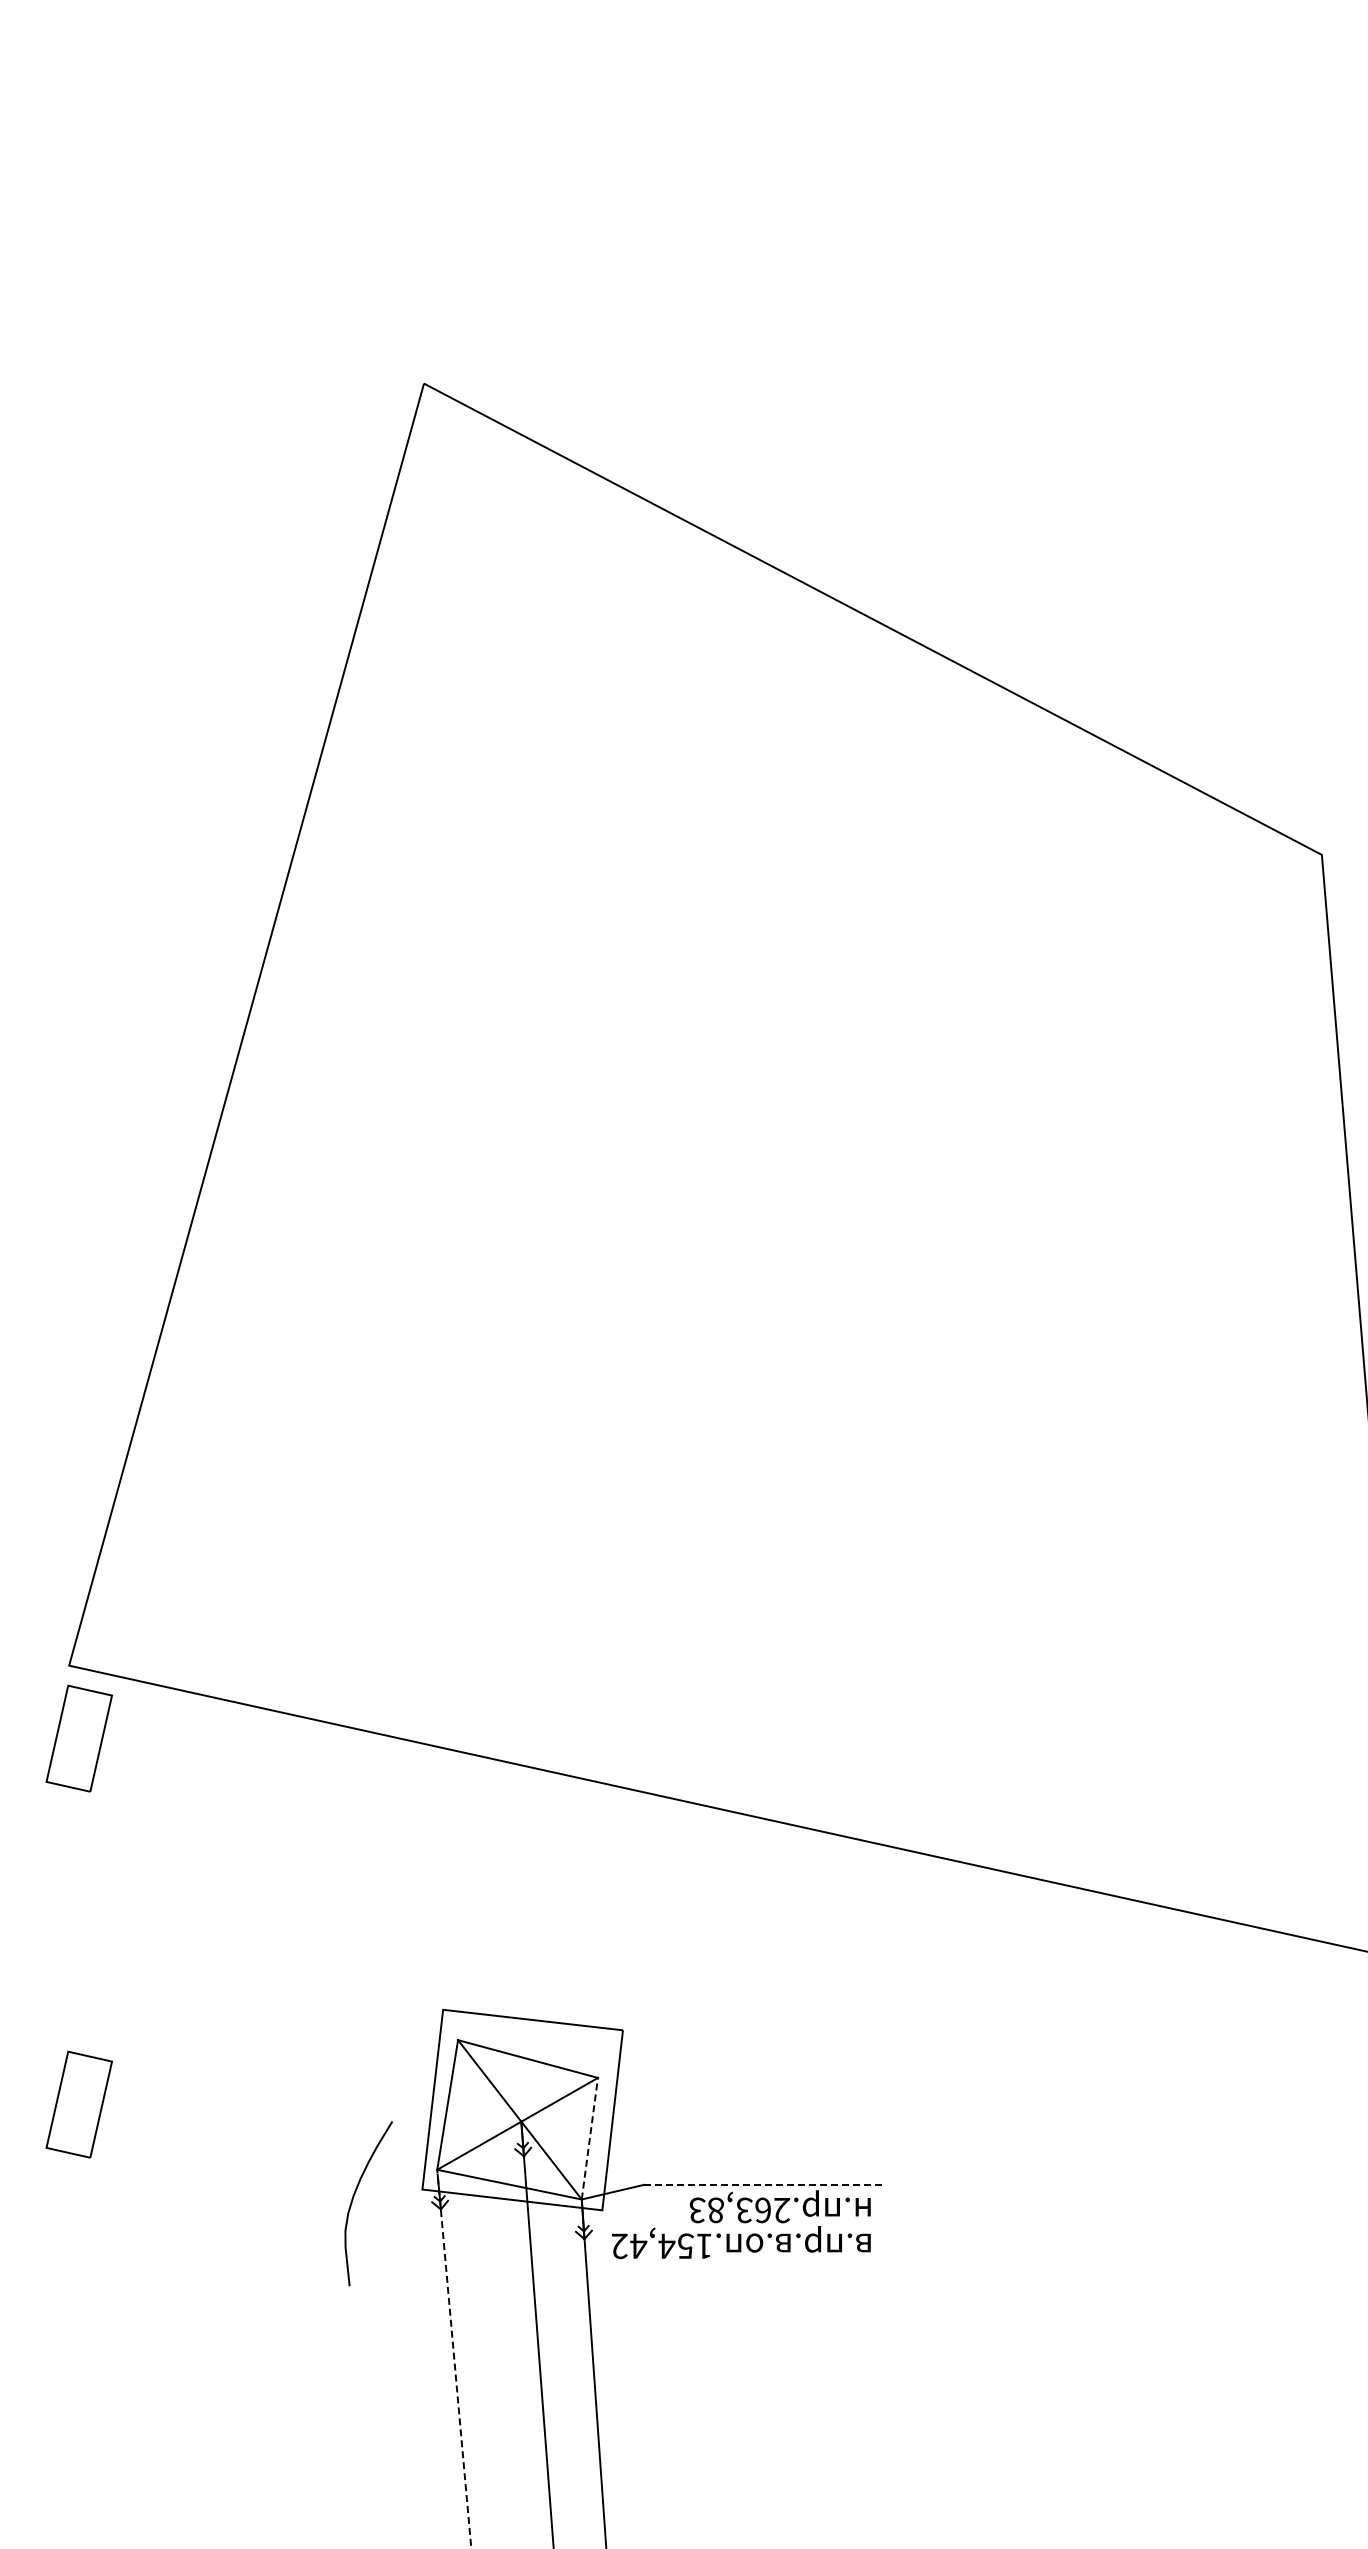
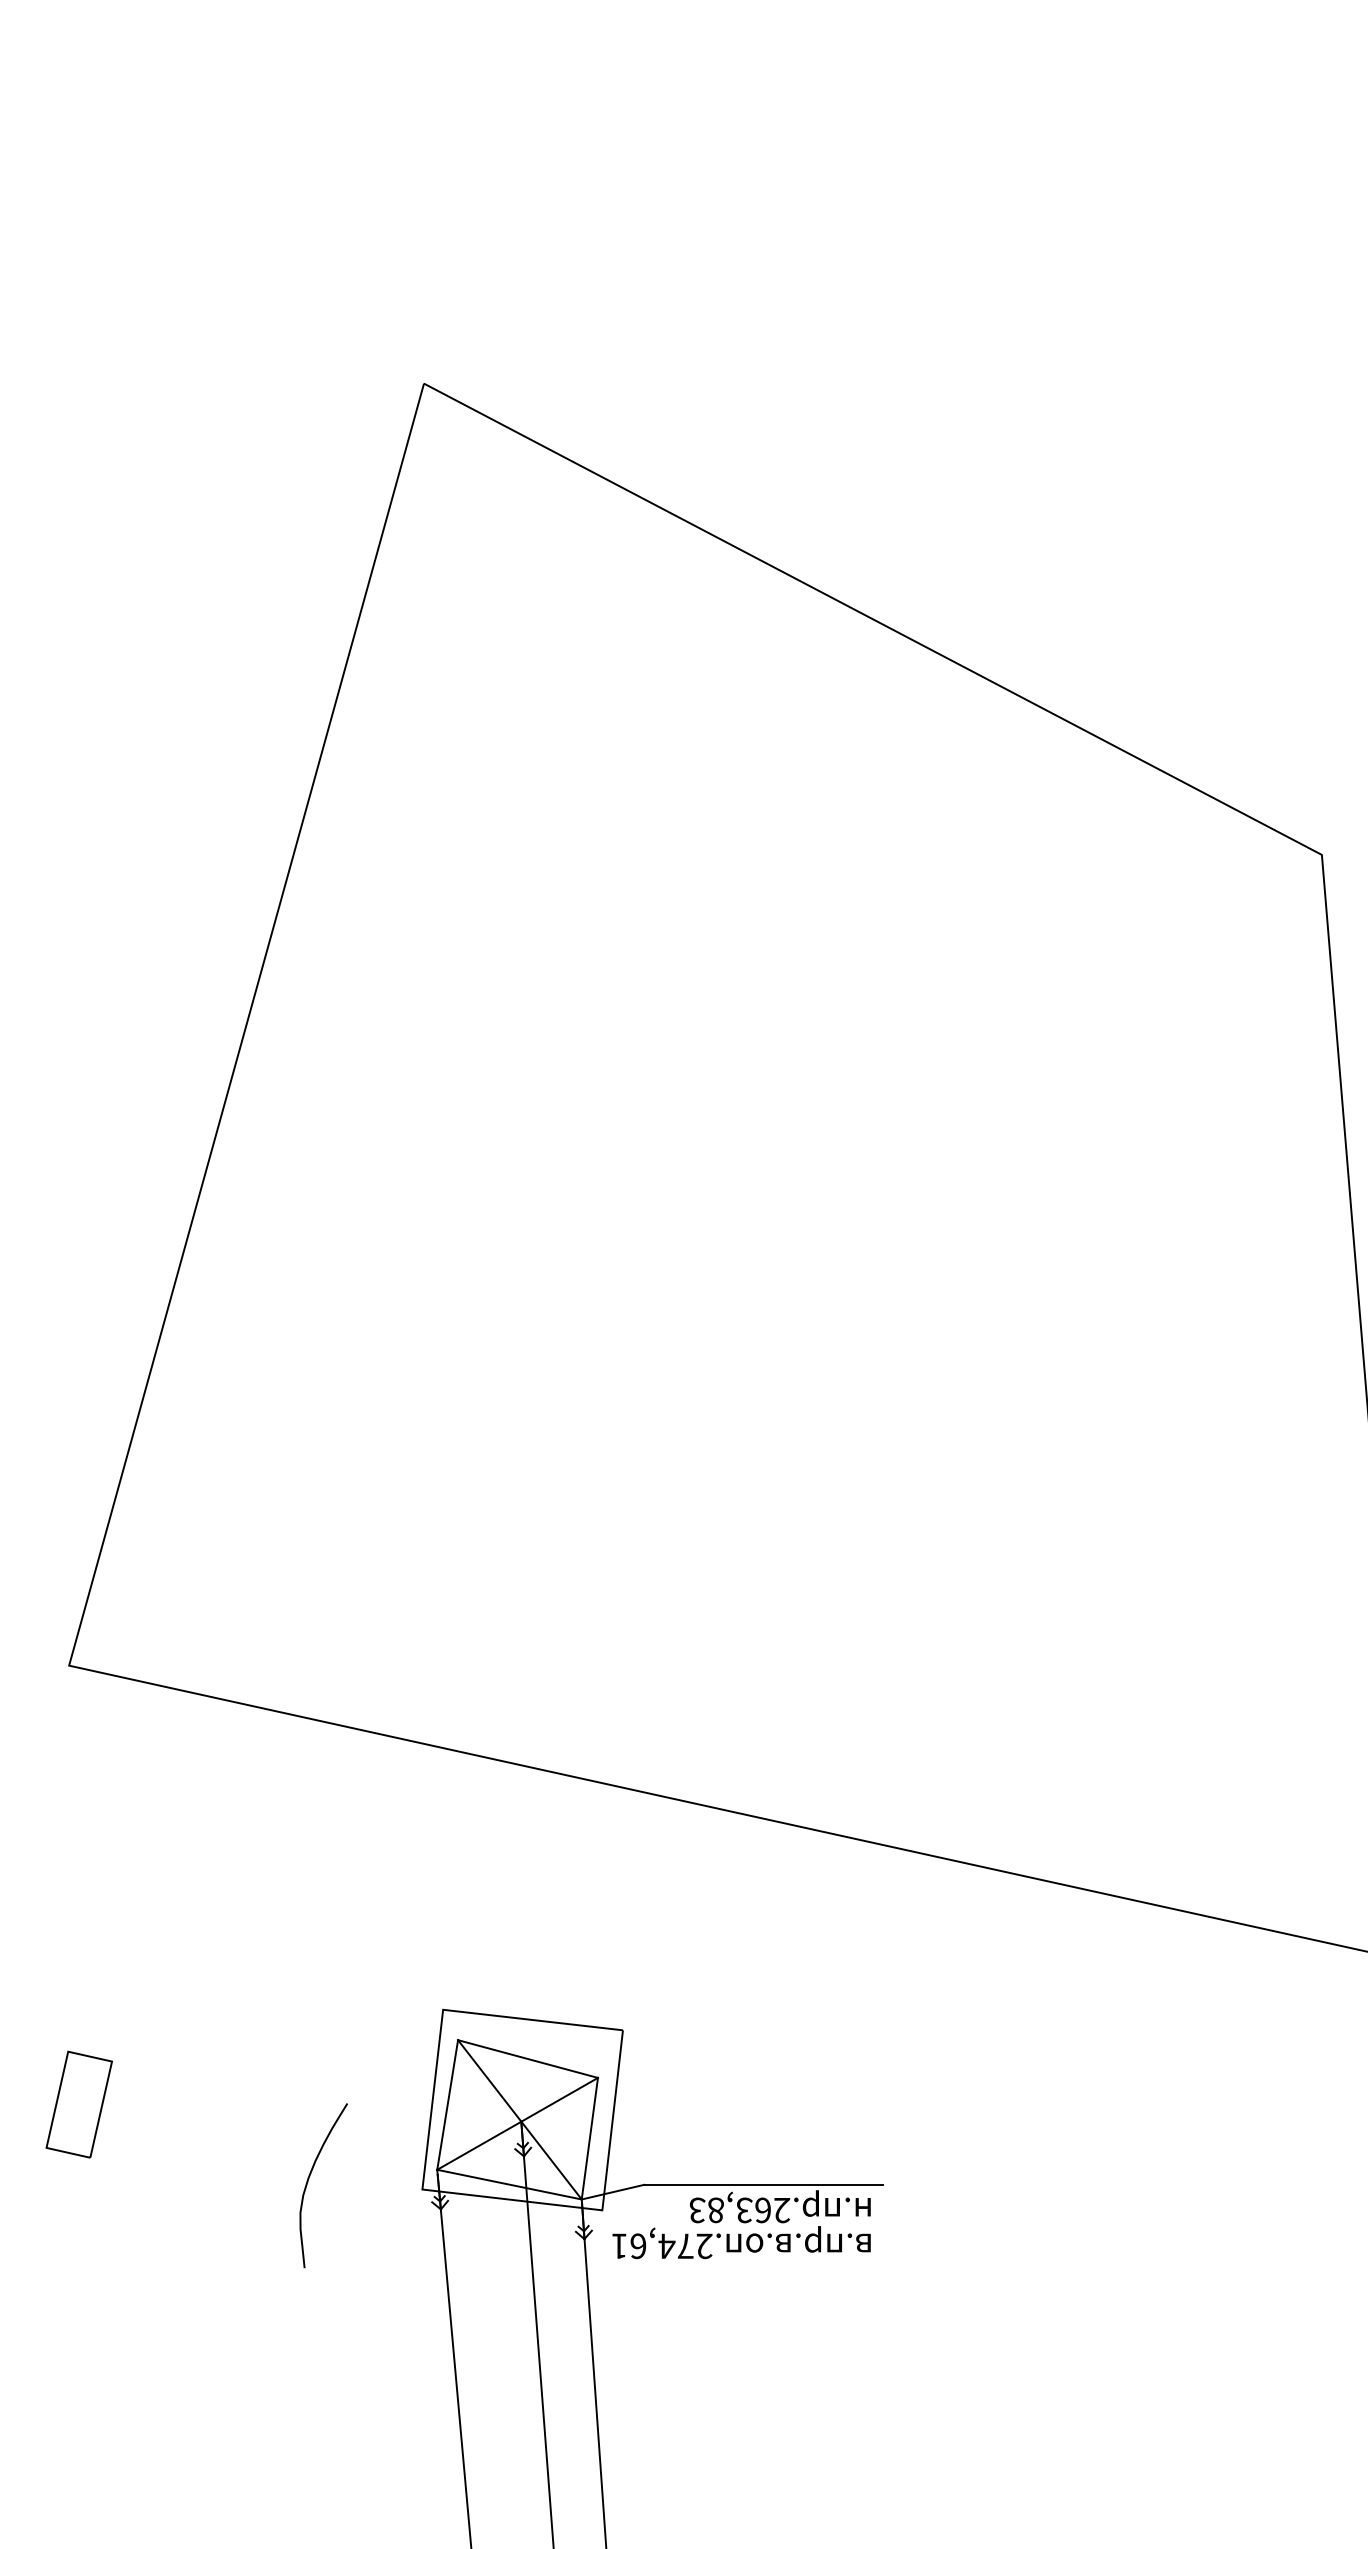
part at (78, 1738): present -> none
line at (589, 2138): dashed -> solid
line at (763, 2184): dashed -> solid
curve at (354, 2197) position: (354, 2197) -> (309, 2179)
text at (662, 2246): .154,42 -> .274,61
line at (454, 2359): dashed -> solid
